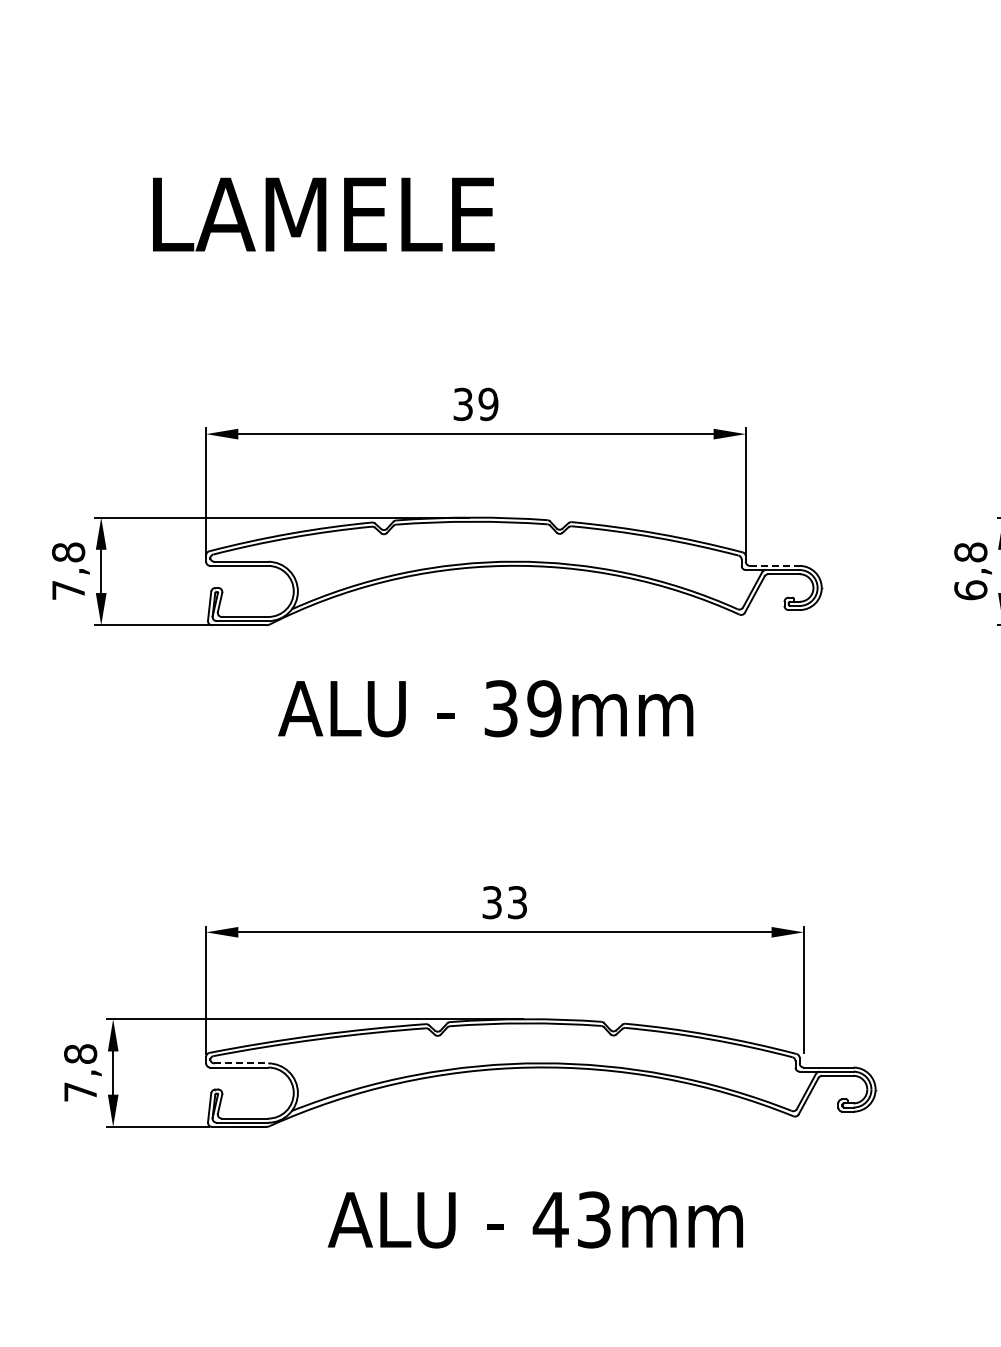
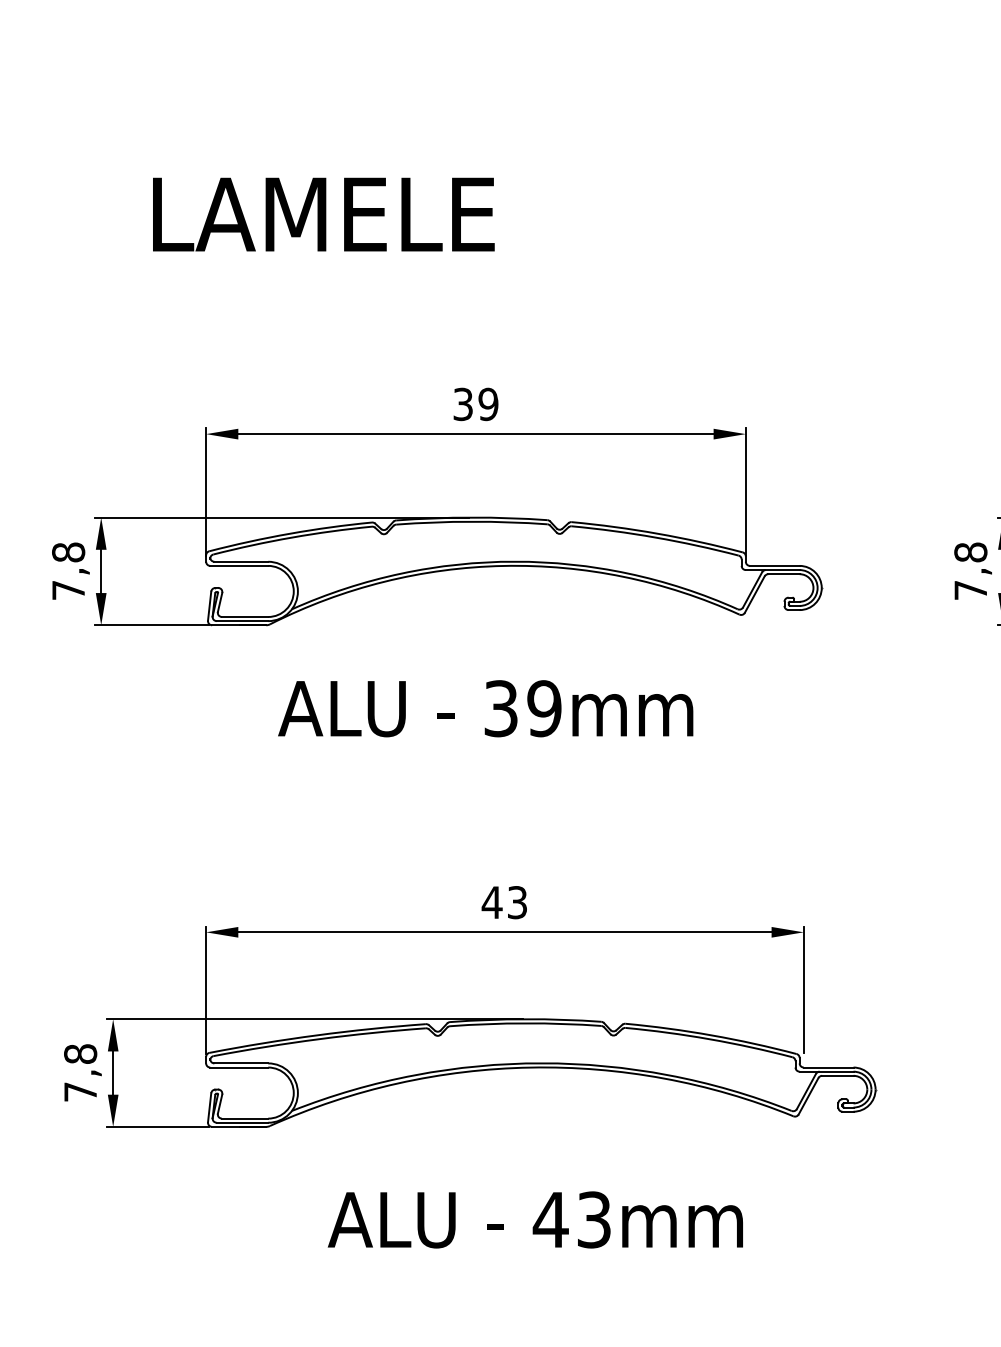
line at (774, 565): dashed -> solid
text at (970, 590): 6,8 -> 7,8
text at (491, 902): 33 -> 43
line at (241, 1063): dashed -> solid
